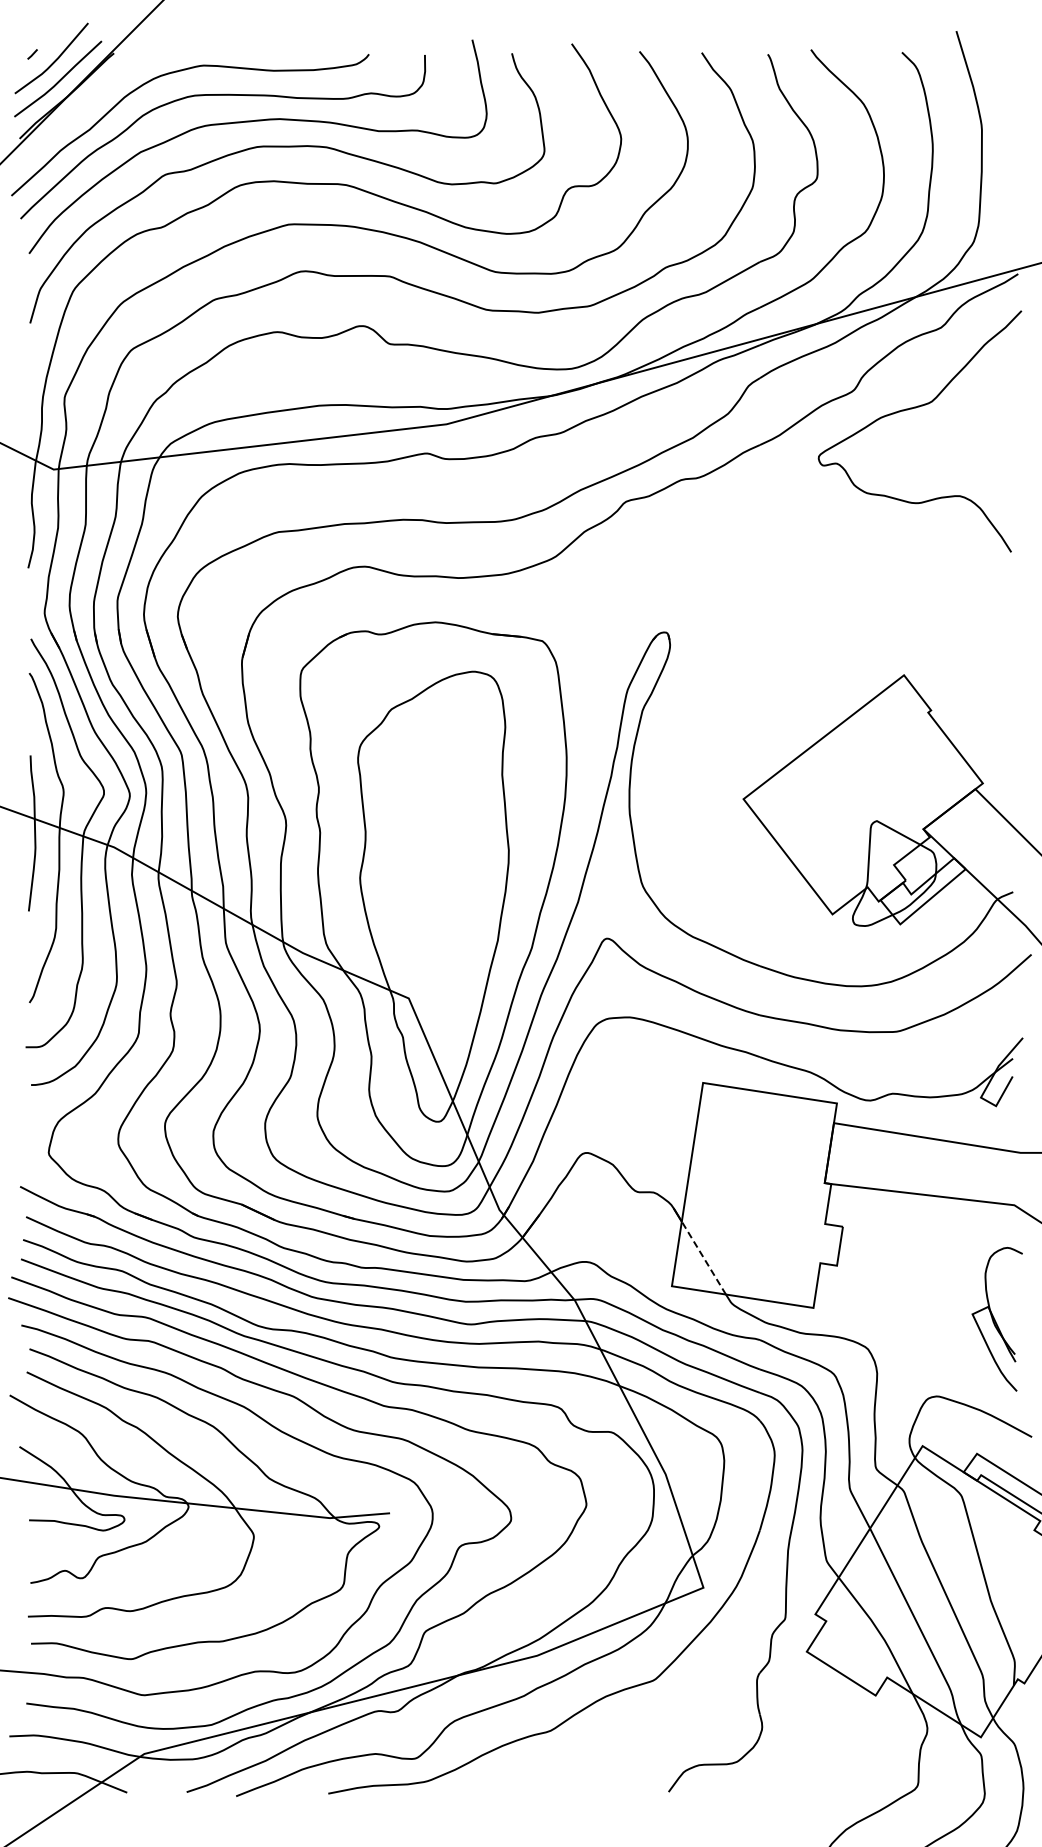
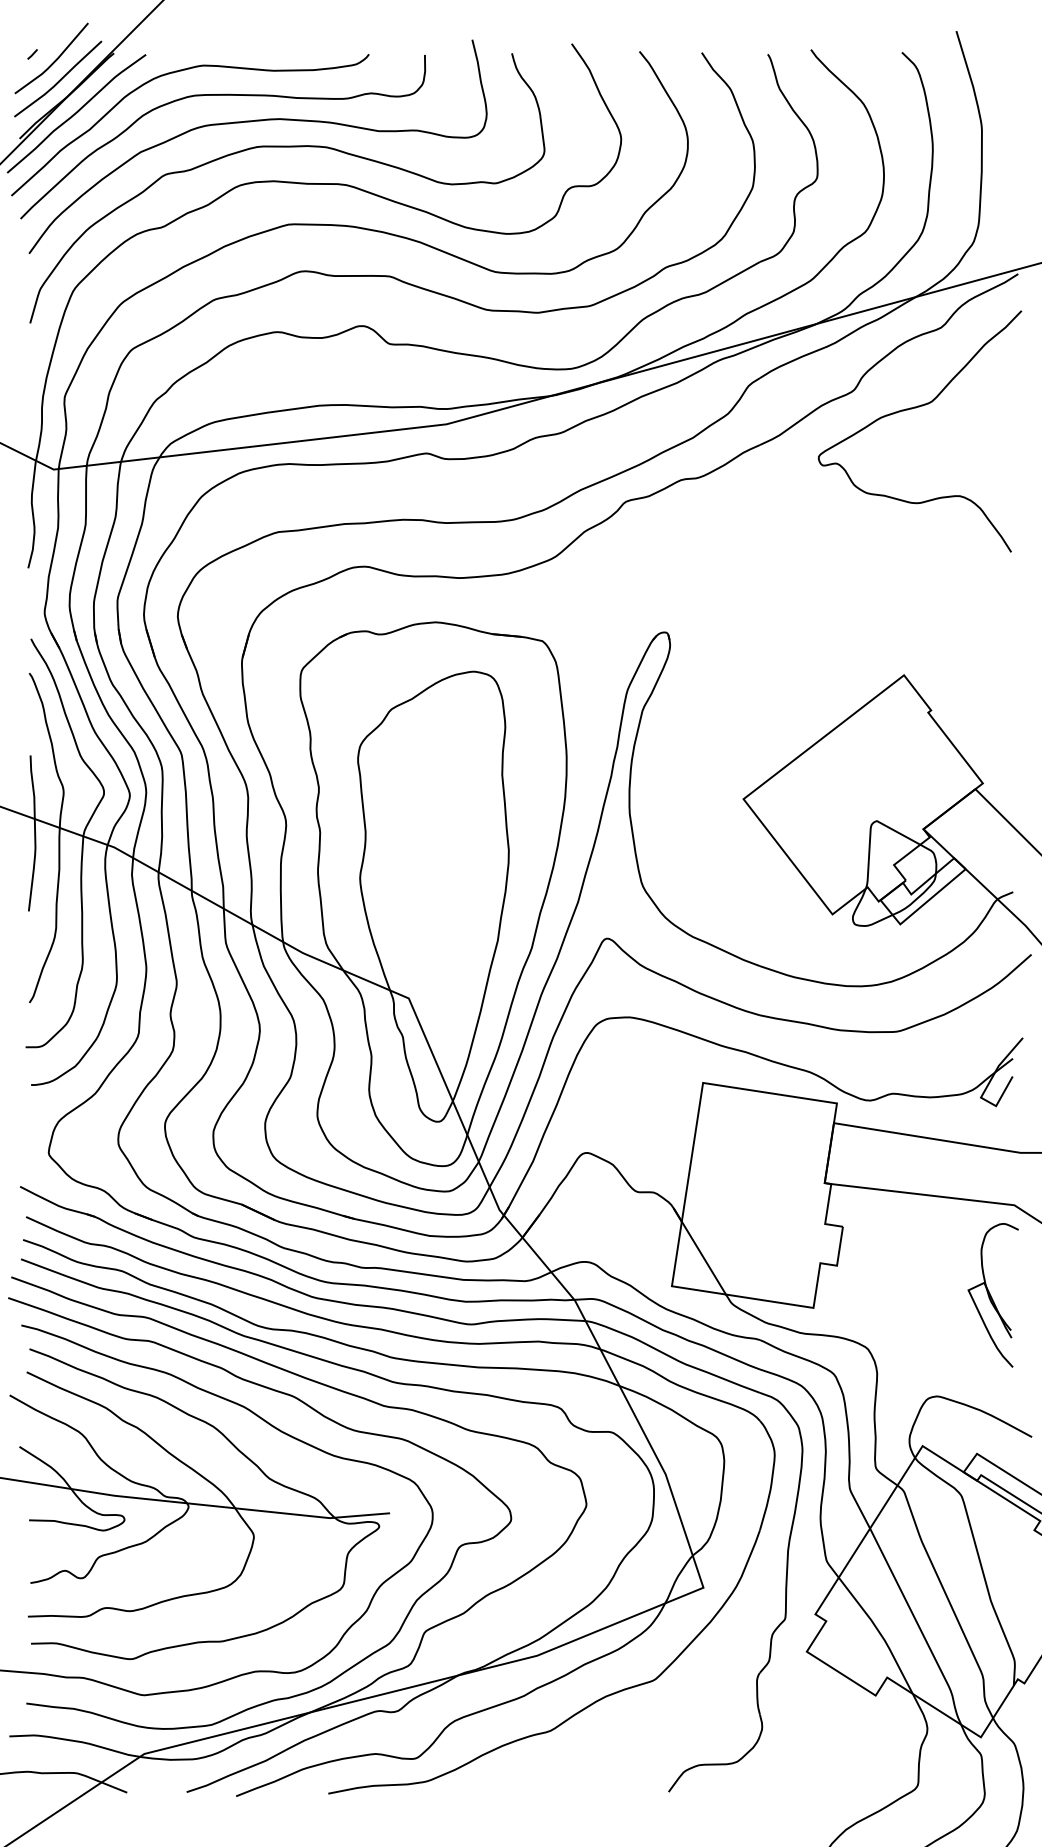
curve at (76, 113): none -> present
line at (703, 1258): dashed -> solid
part at (996, 1319) position: (996, 1319) -> (992, 1295)
